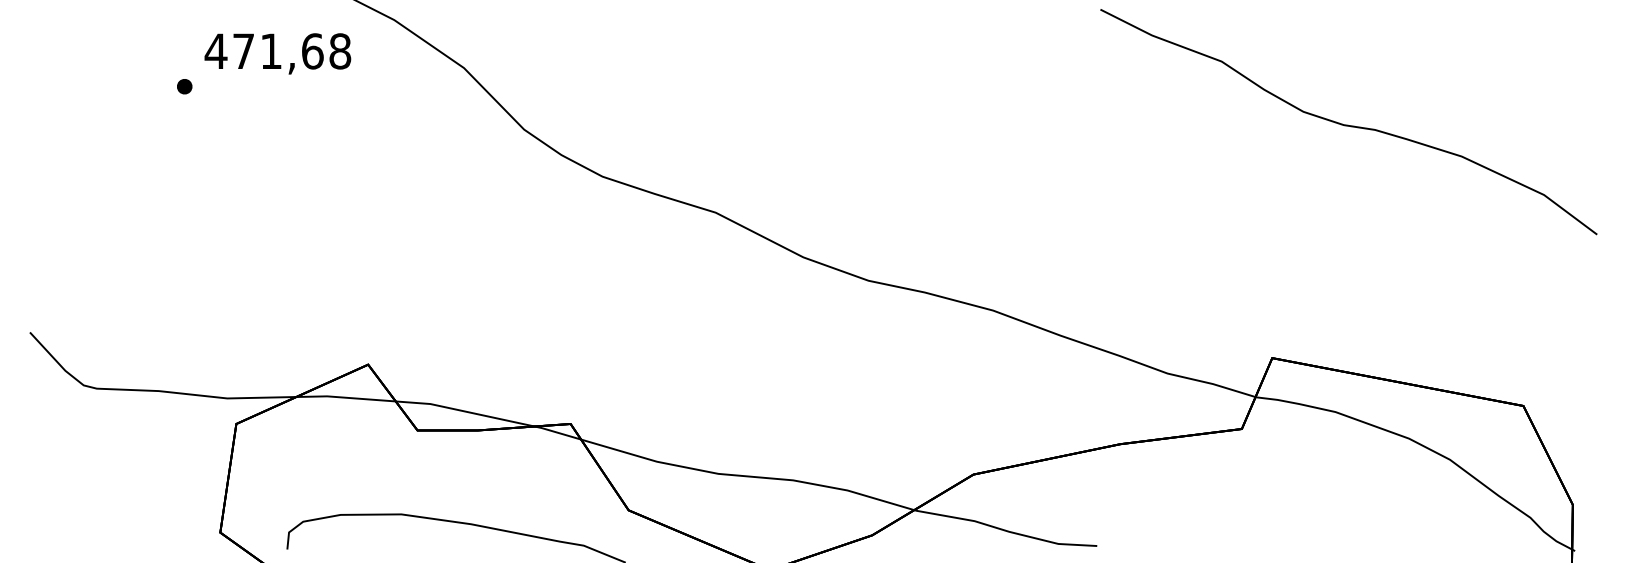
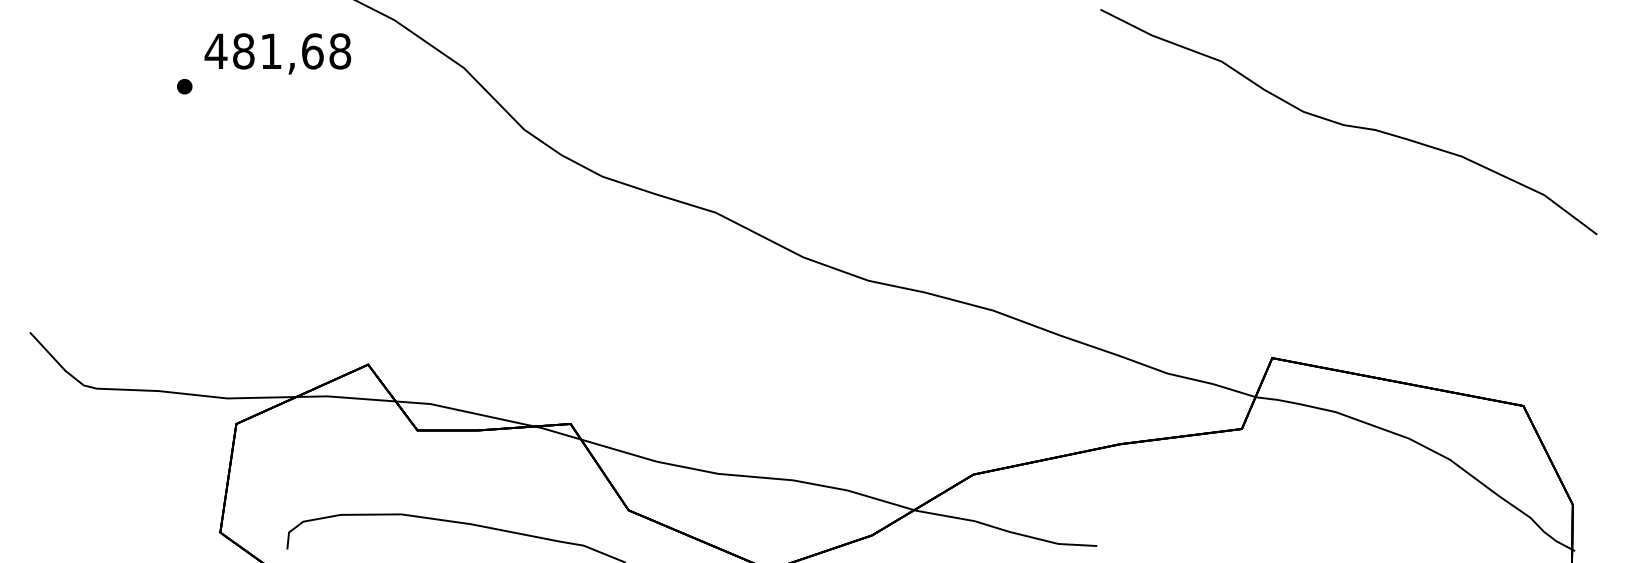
text at (243, 51): 471,68 -> 481,68
